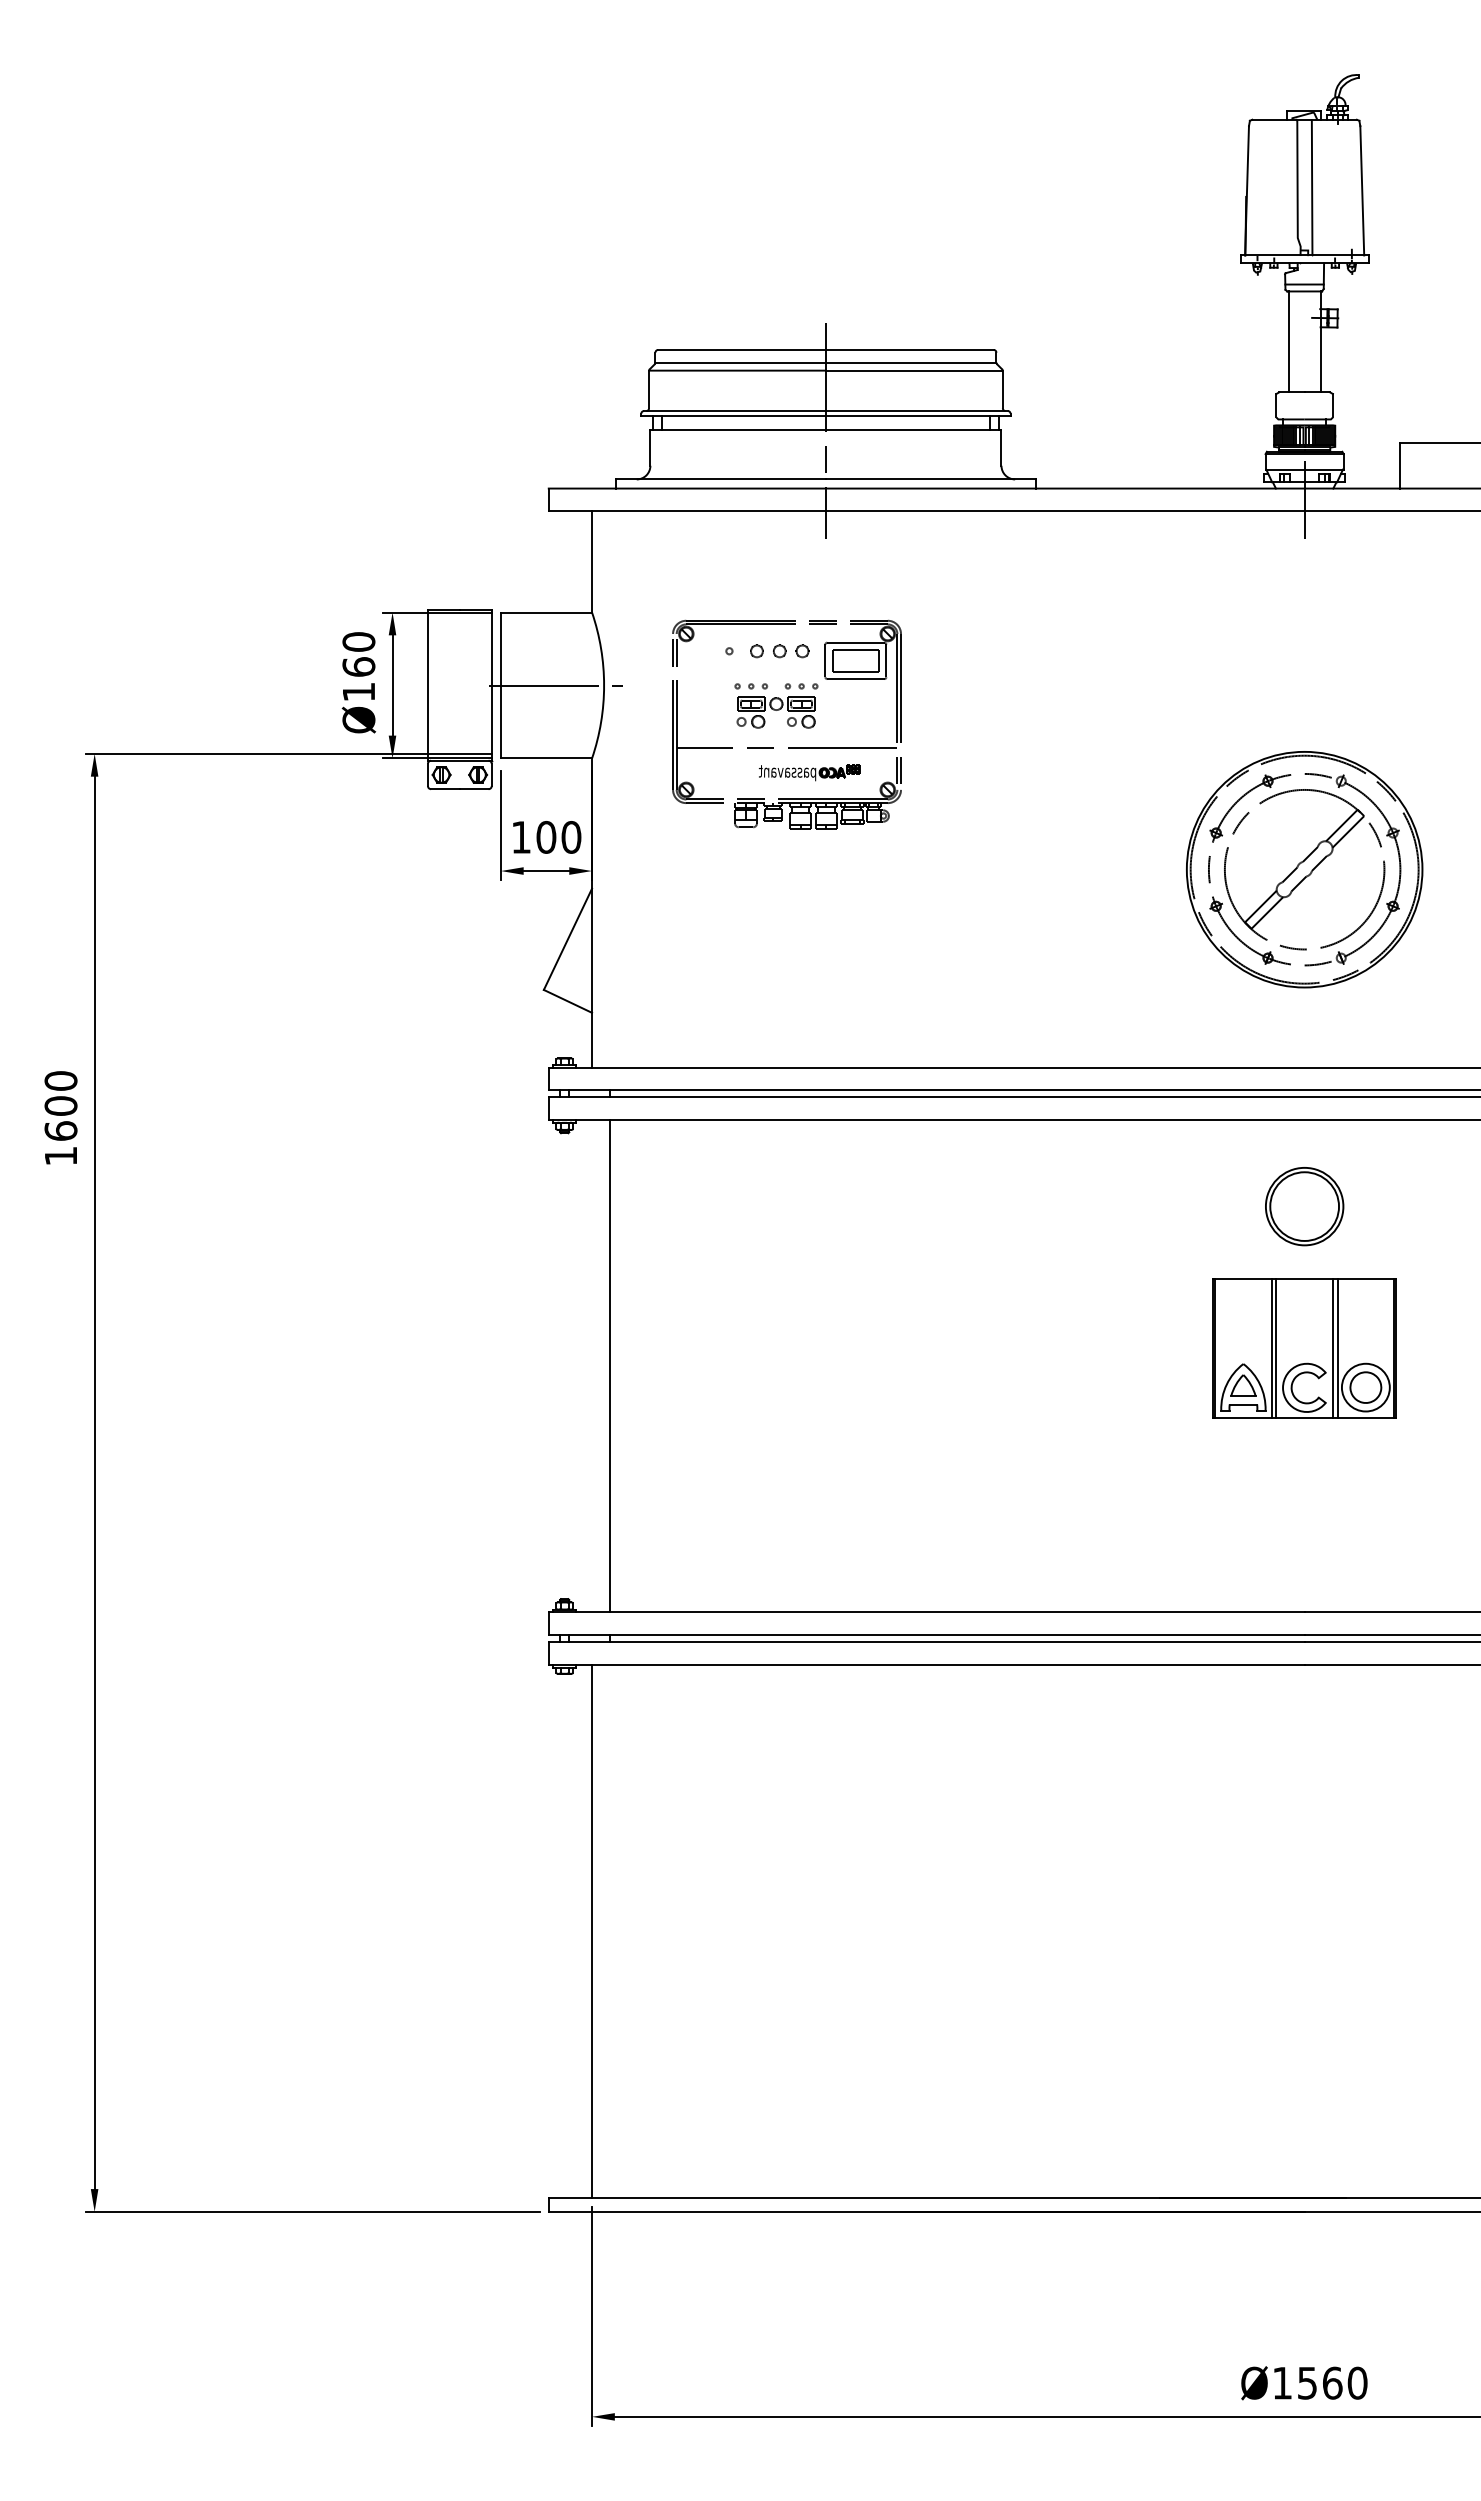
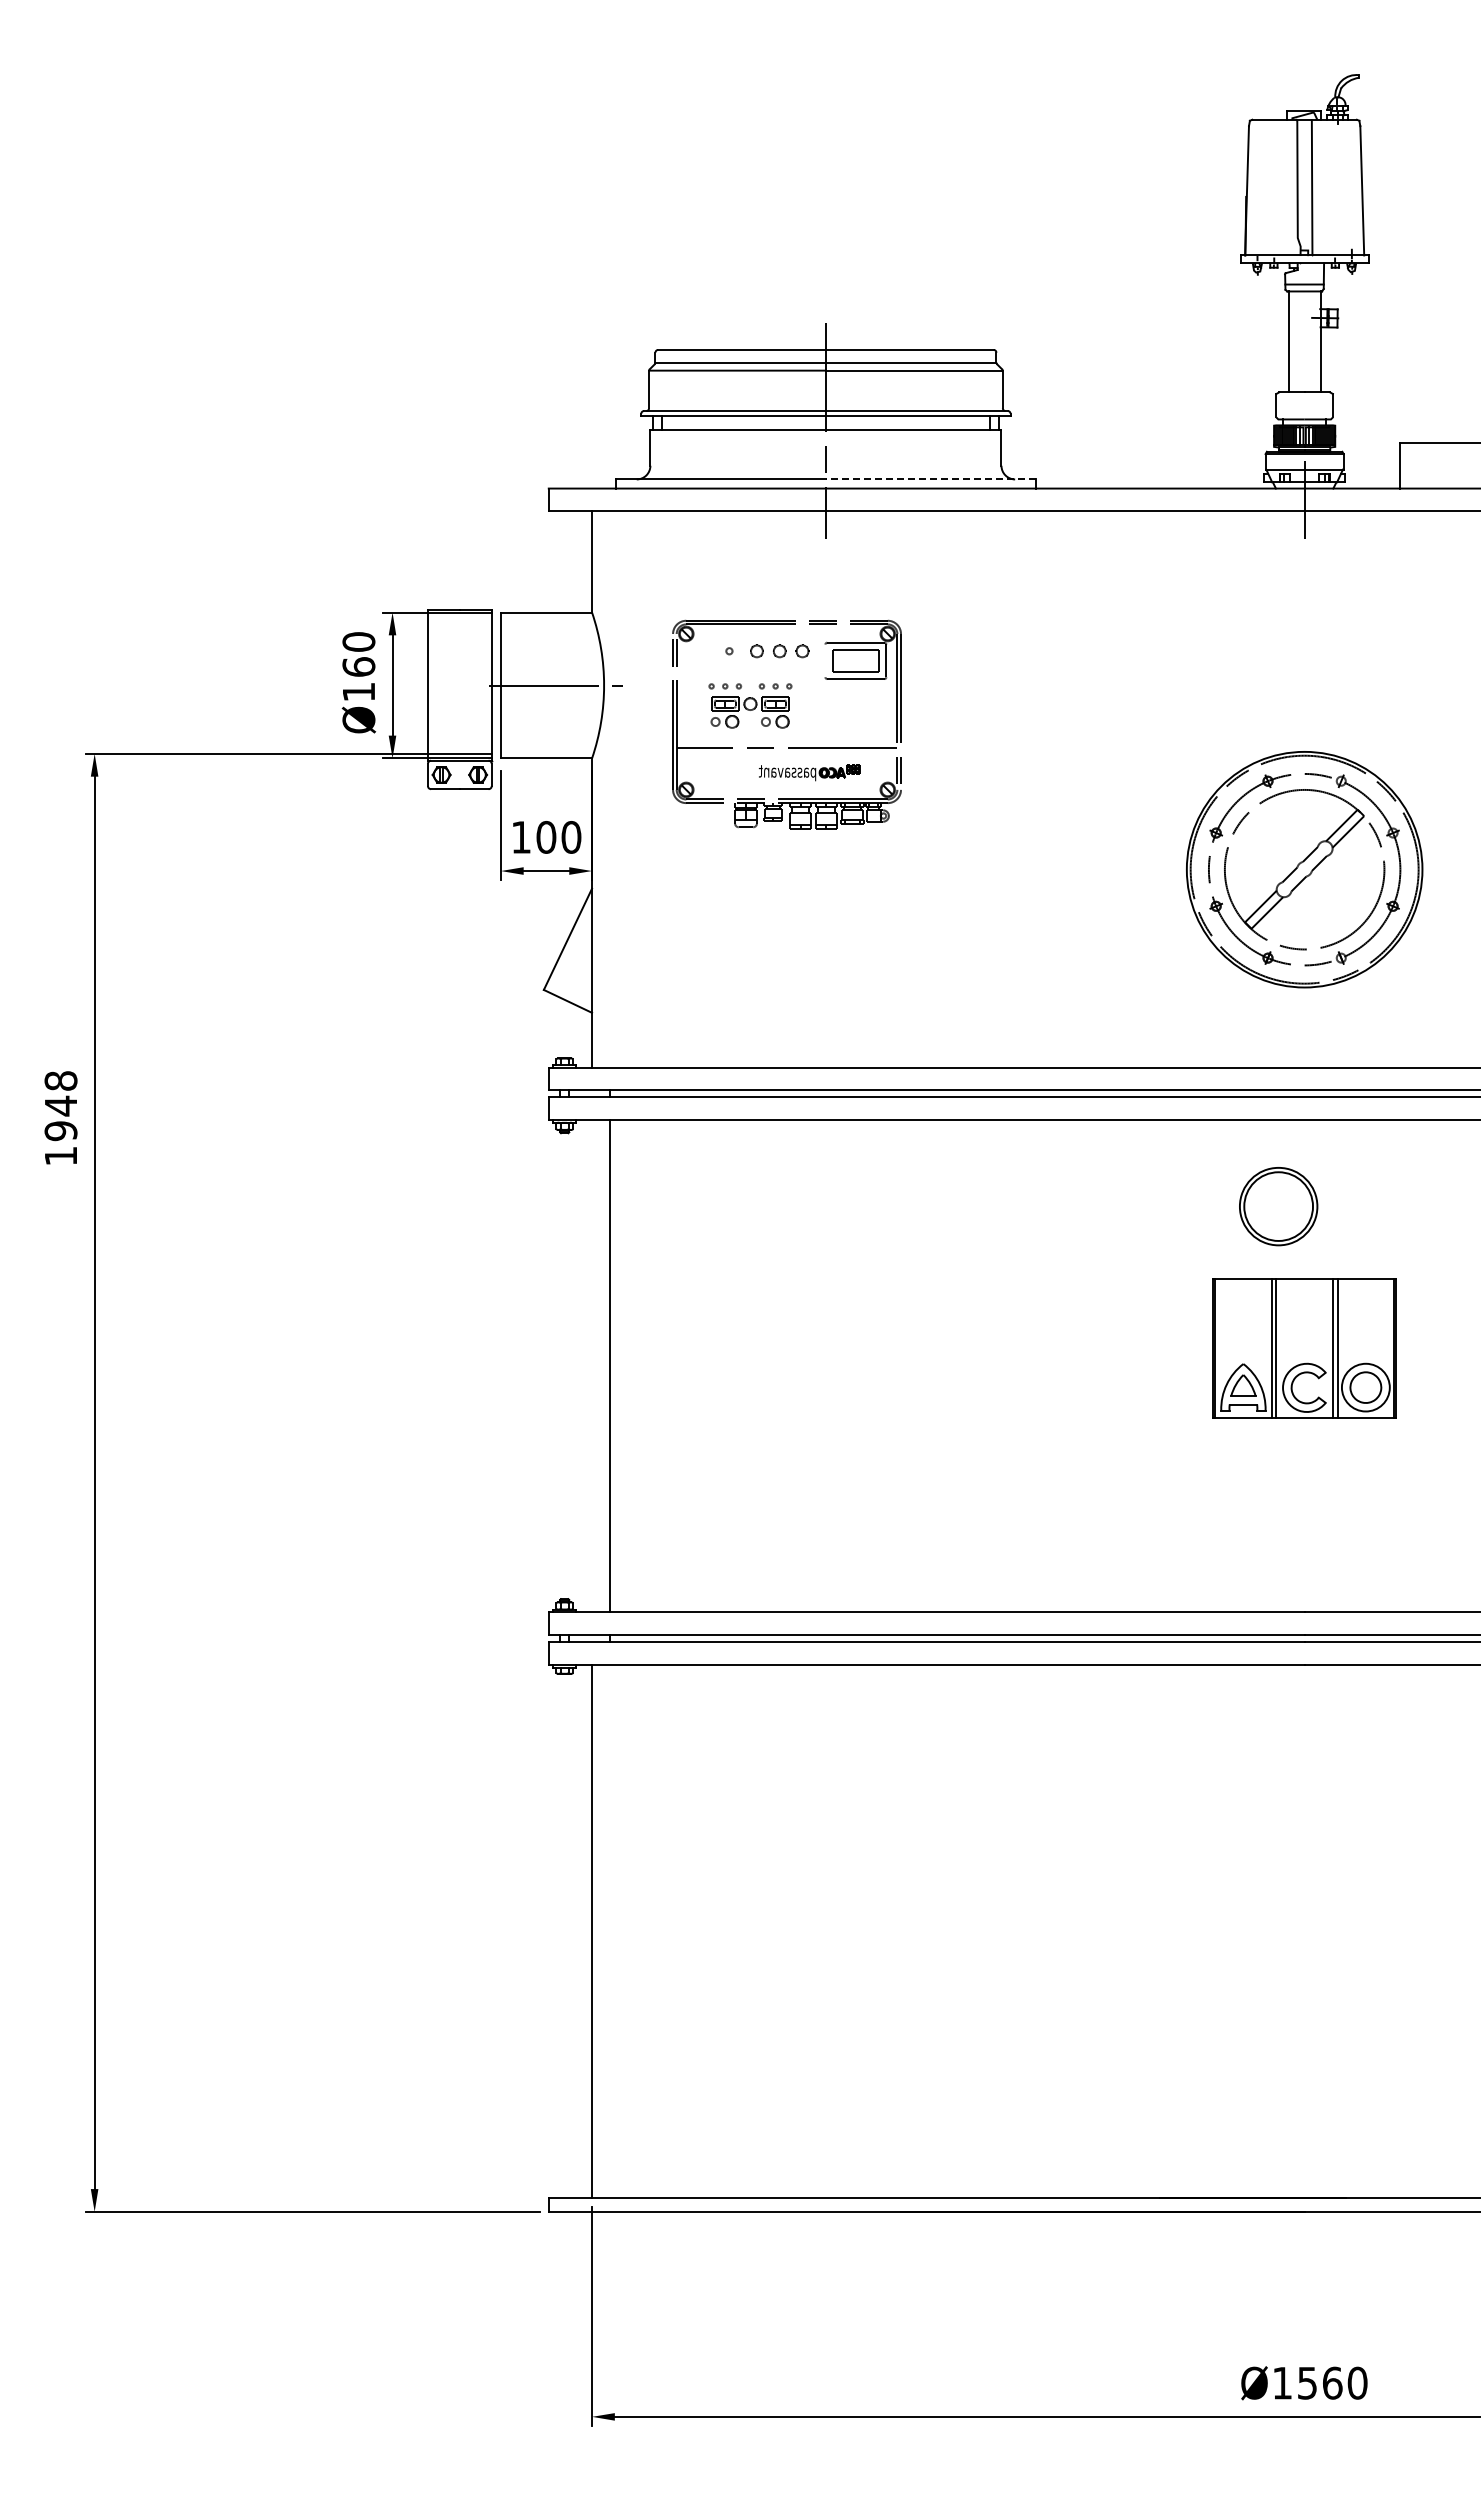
line at (930, 479): solid -> dashed
line at (825, 660): present -> none
part at (776, 705) position: (776, 705) -> (750, 705)
text at (60, 1106): 1600 -> 1948
part at (1304, 1206) position: (1304, 1206) -> (1278, 1206)
